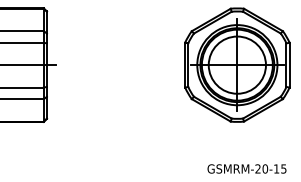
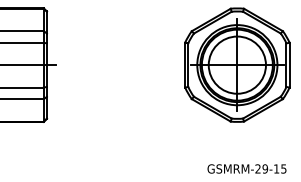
text at (264, 168): GSMRM-20-15 -> GSMRM-29-15
